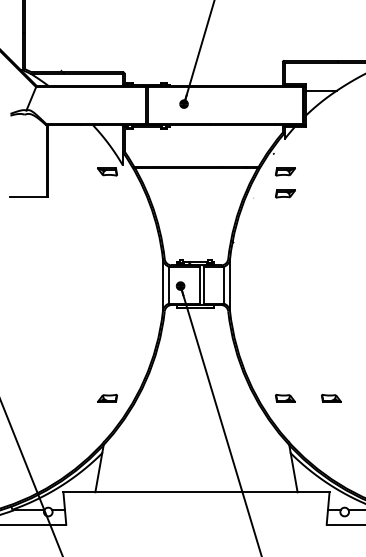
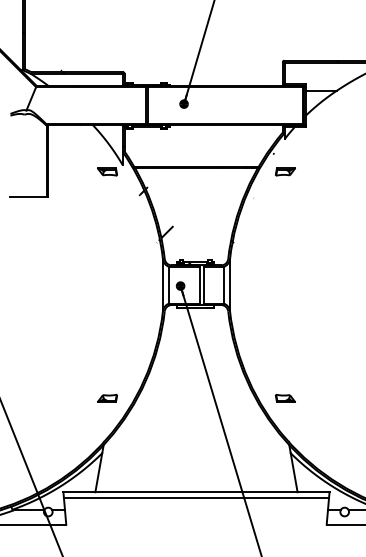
part at (285, 193): present -> none
hatch at (160, 205): none -> present
part at (331, 397): present -> none
line at (196, 497): none -> present
